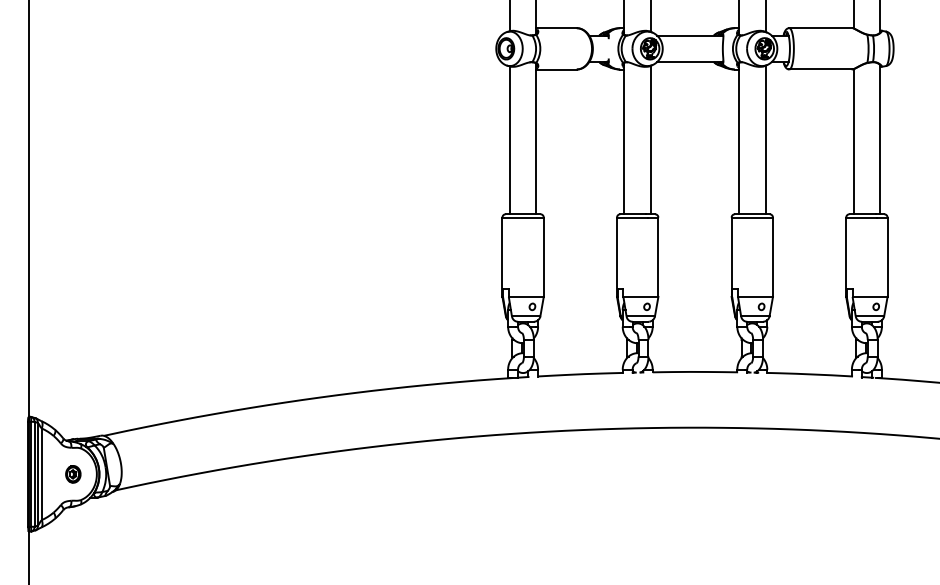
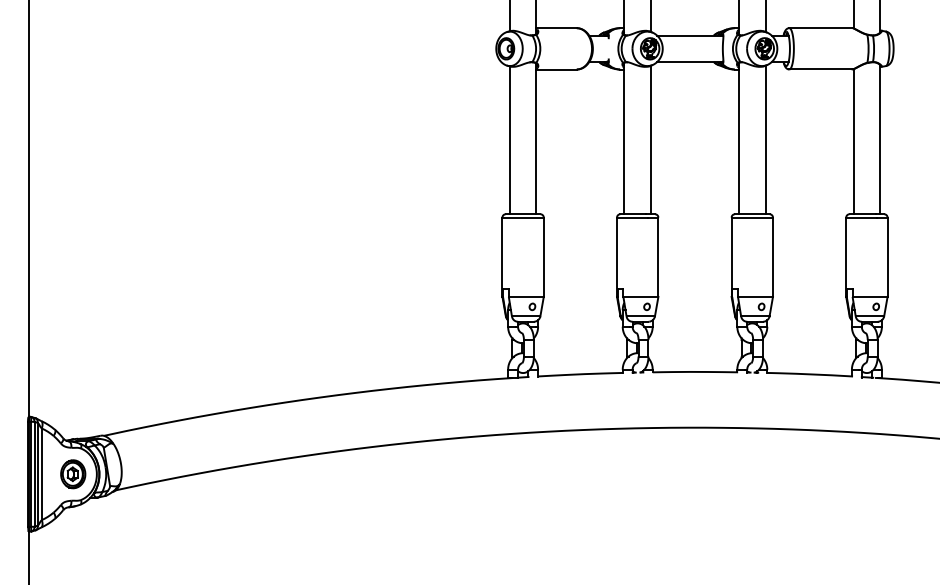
part at (73, 474) size: 17x19 px -> 27x31 px
